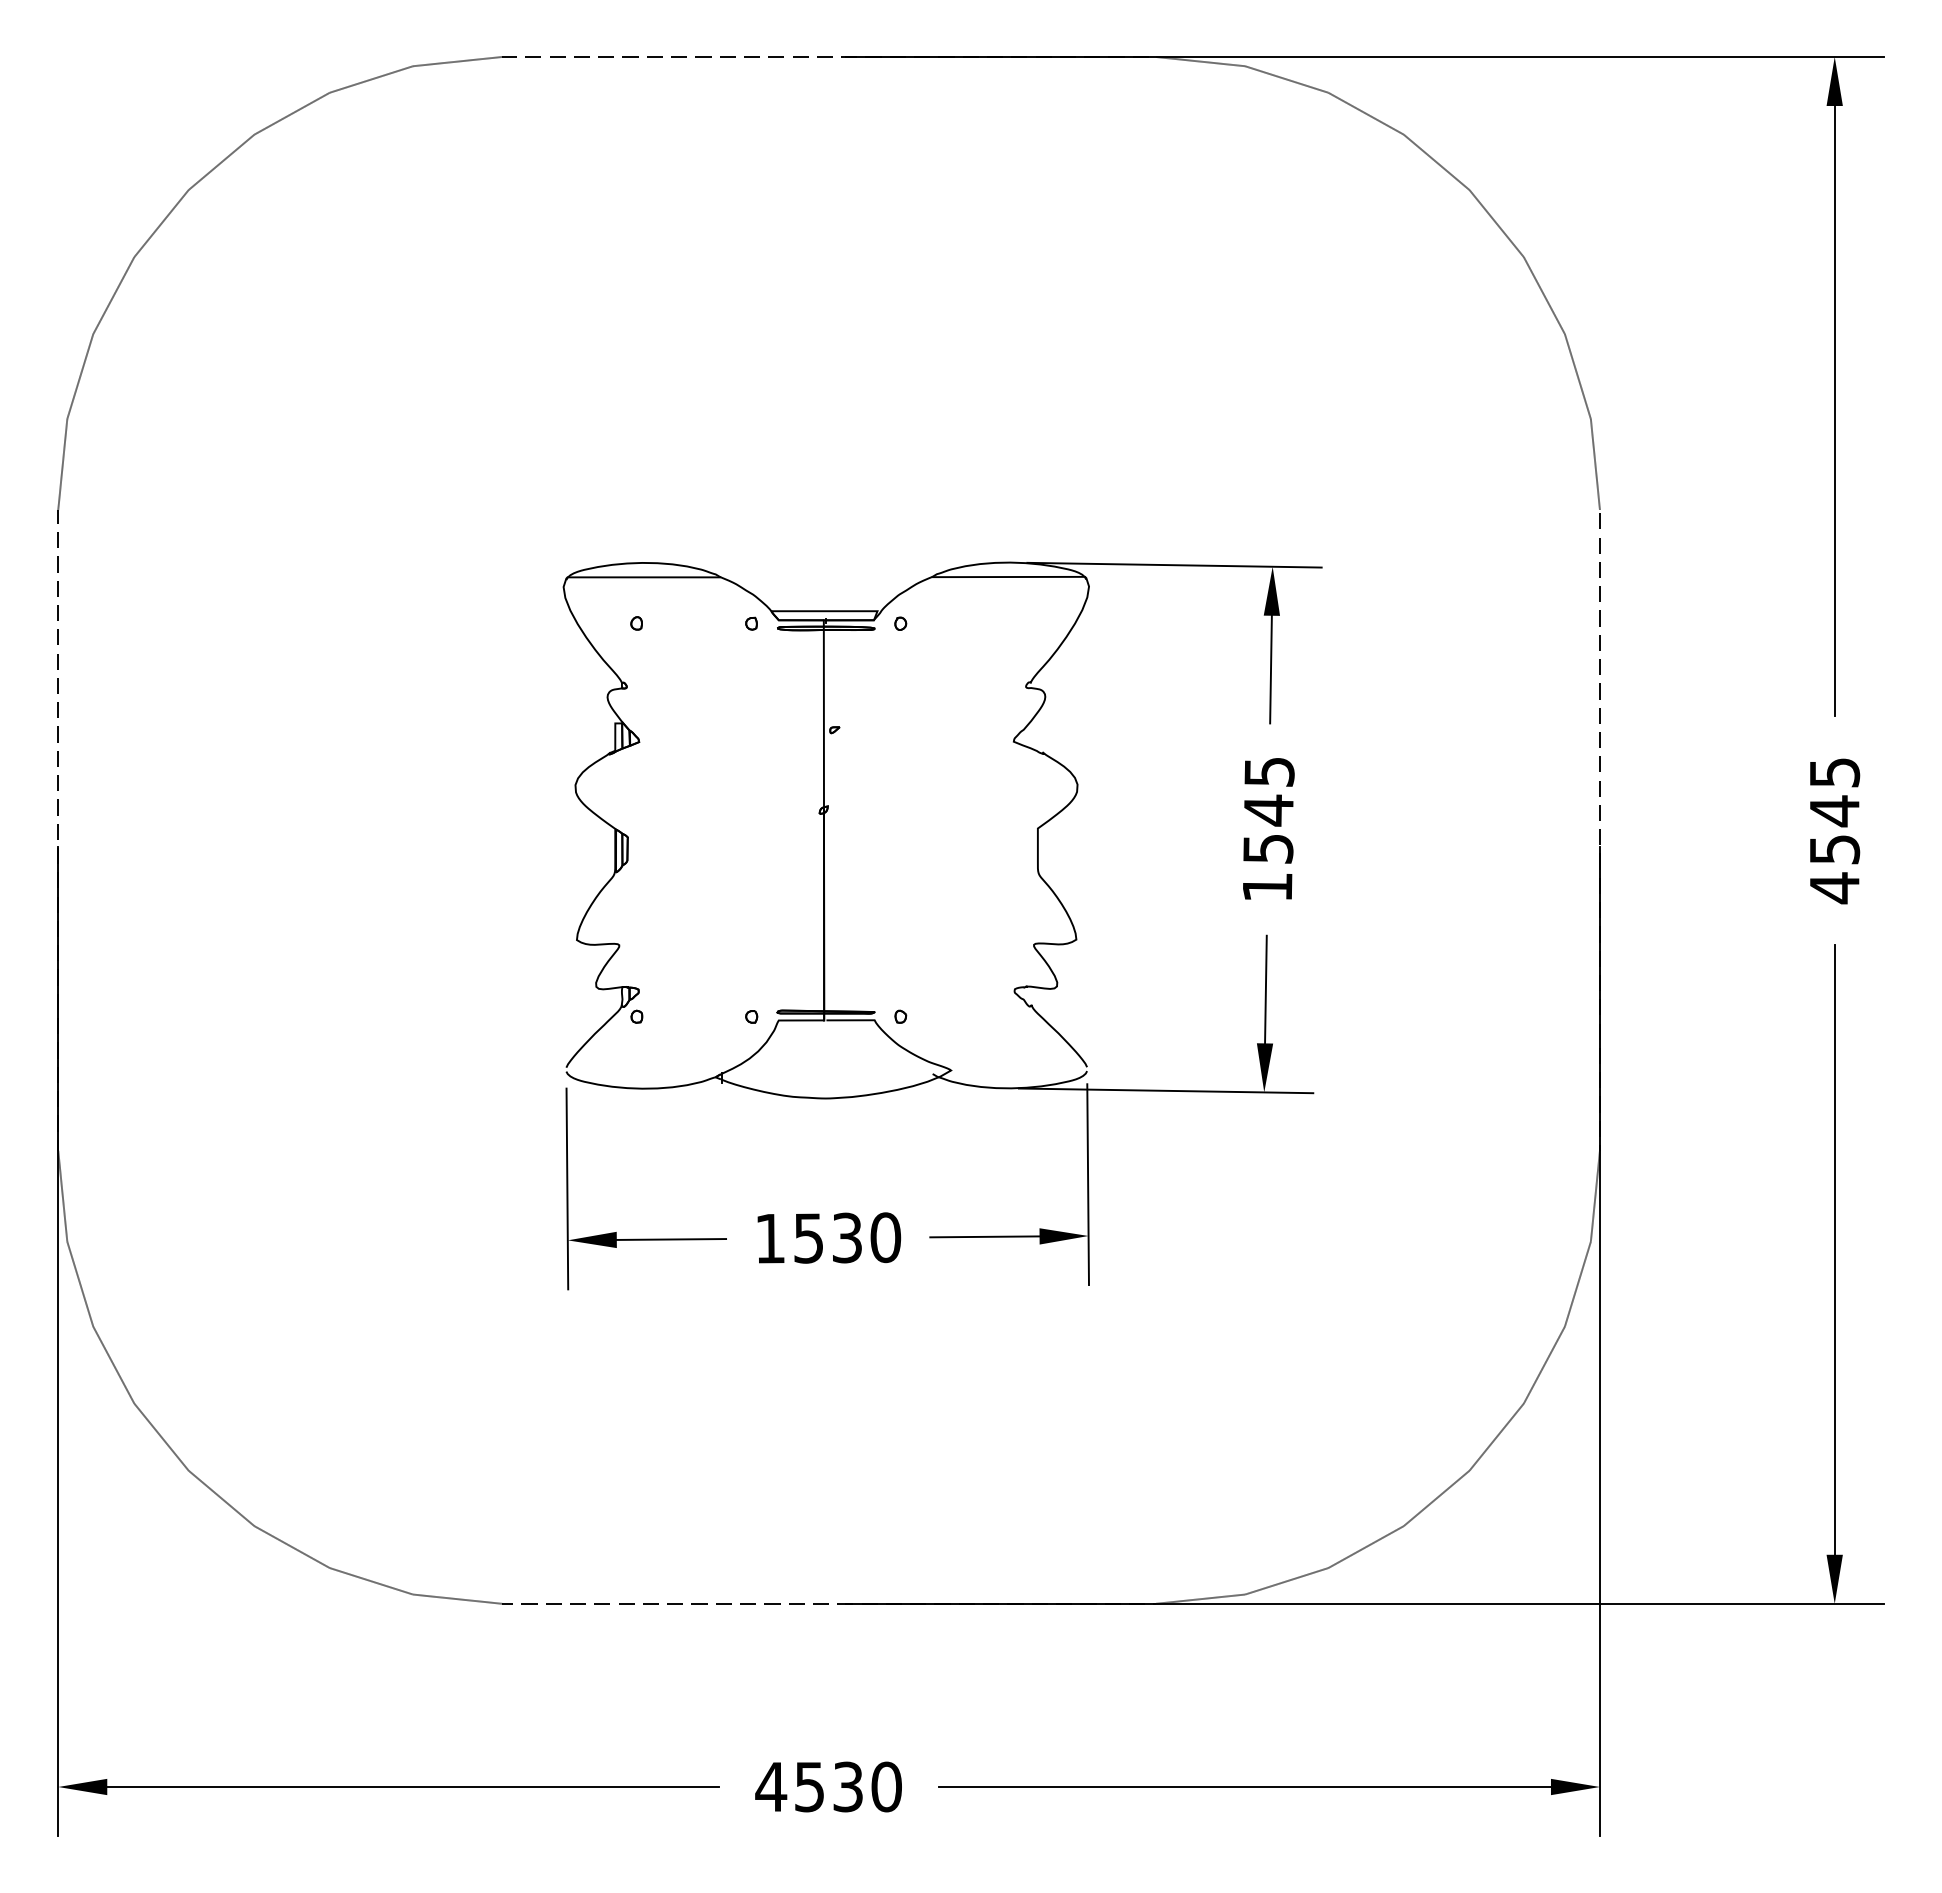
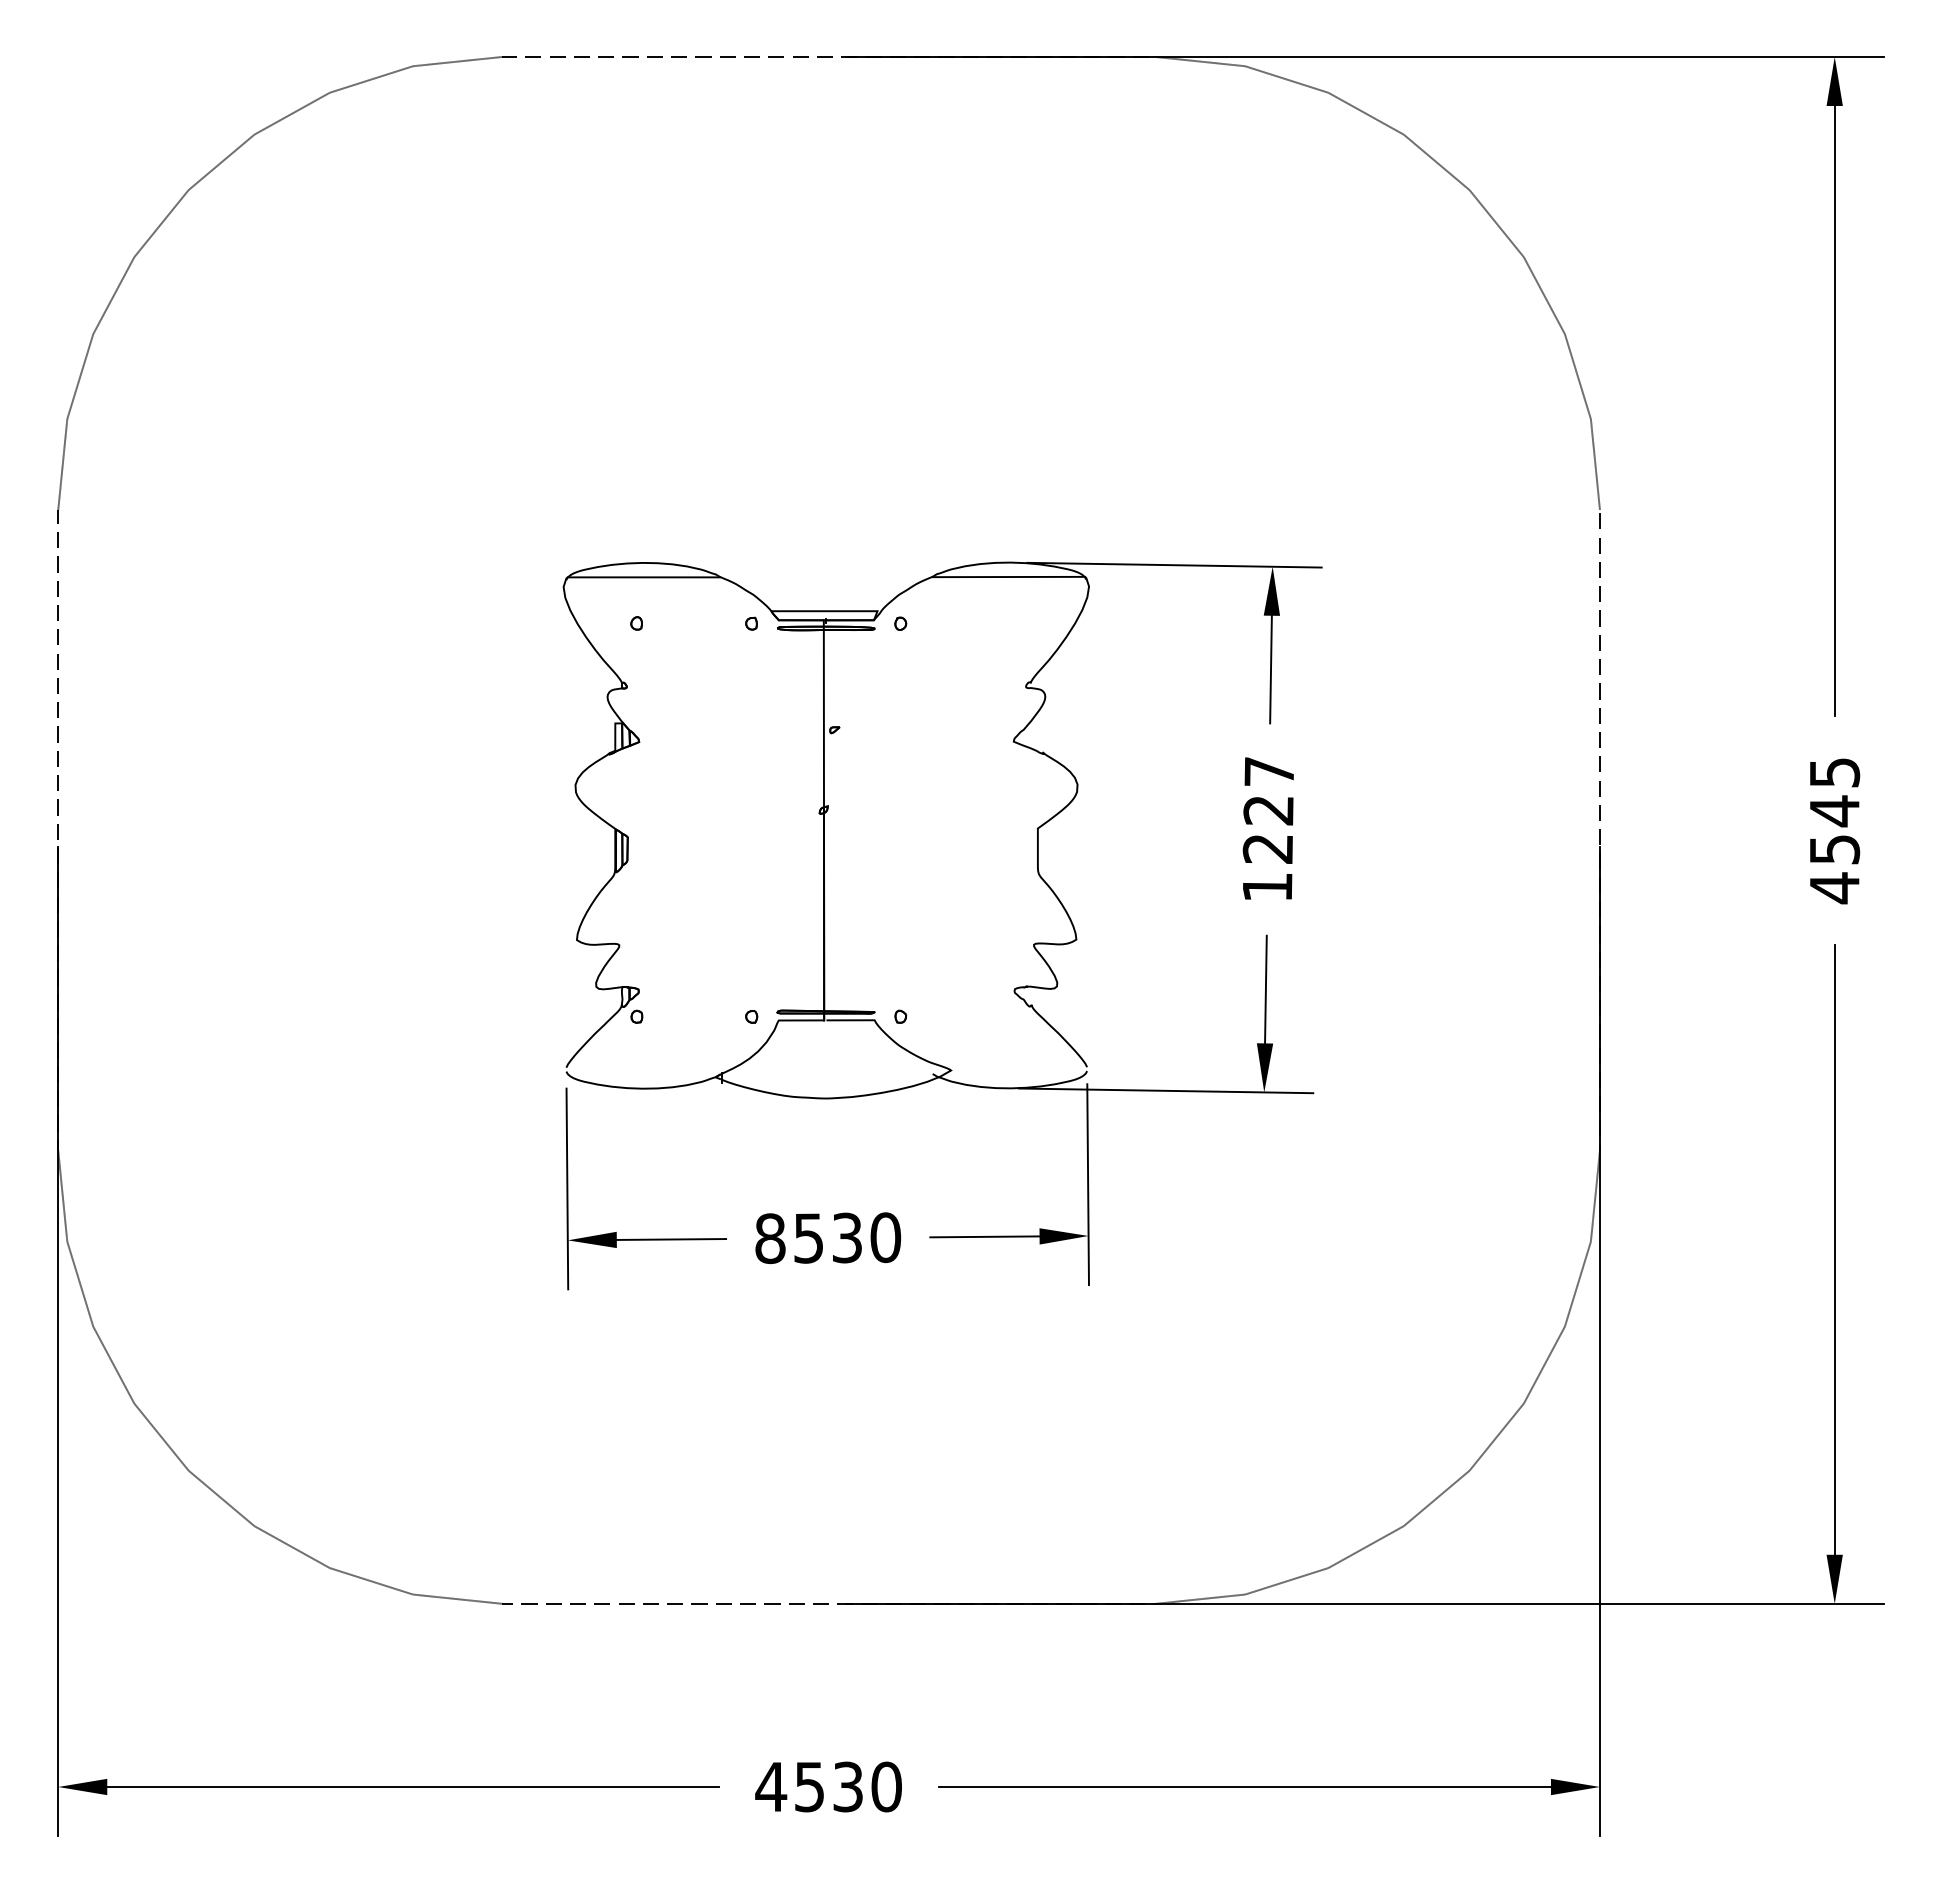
text at (1268, 810): 1545 -> 1227
text at (770, 1238): 1530 -> 8530
